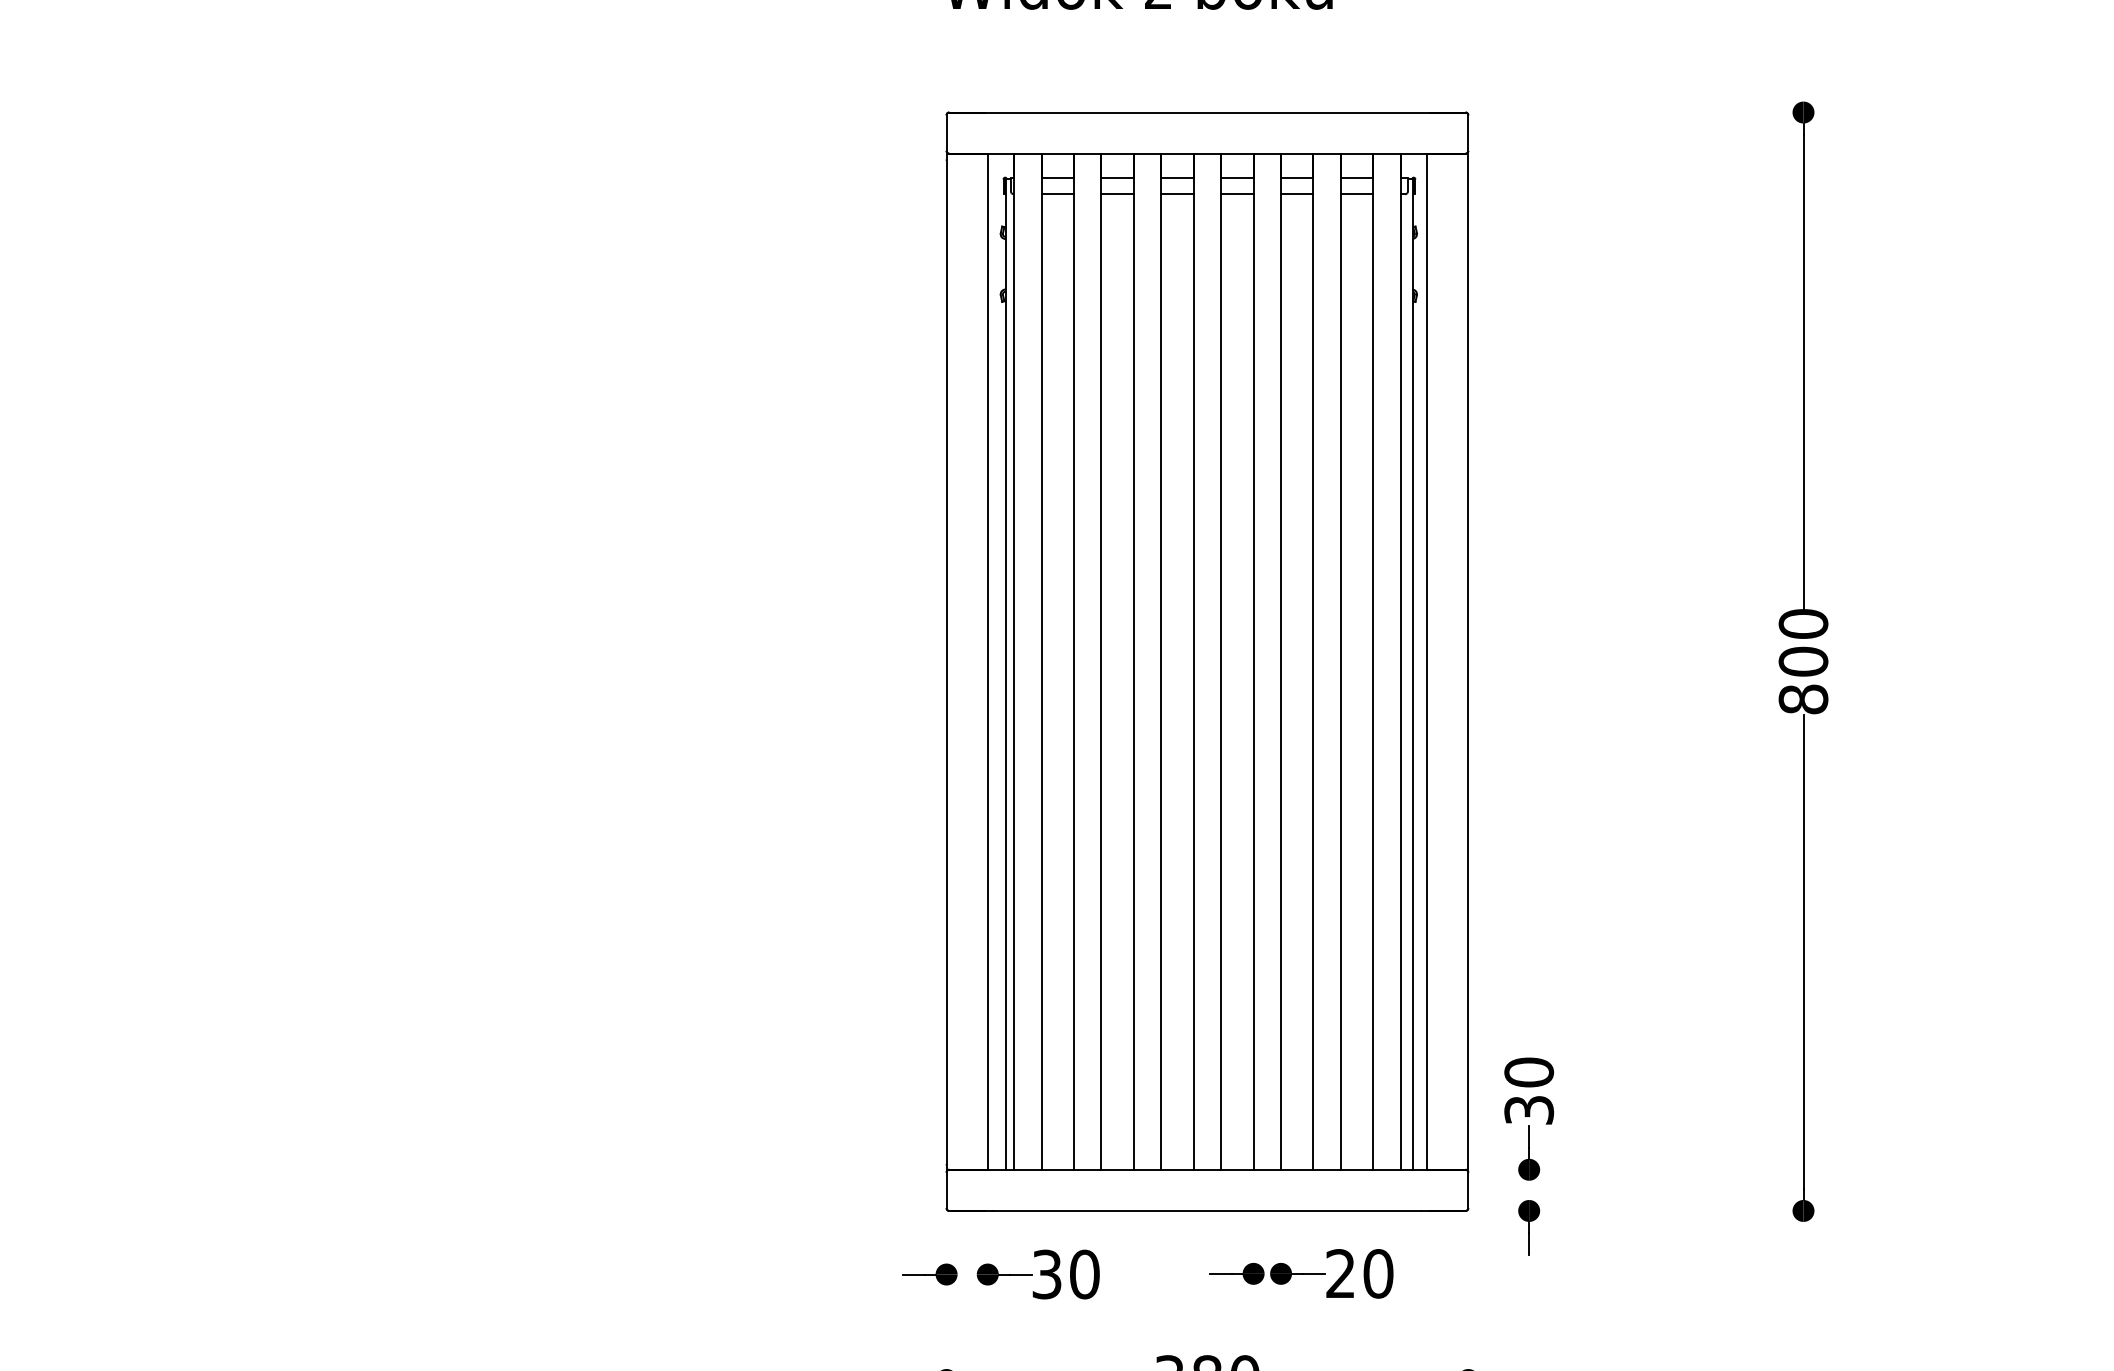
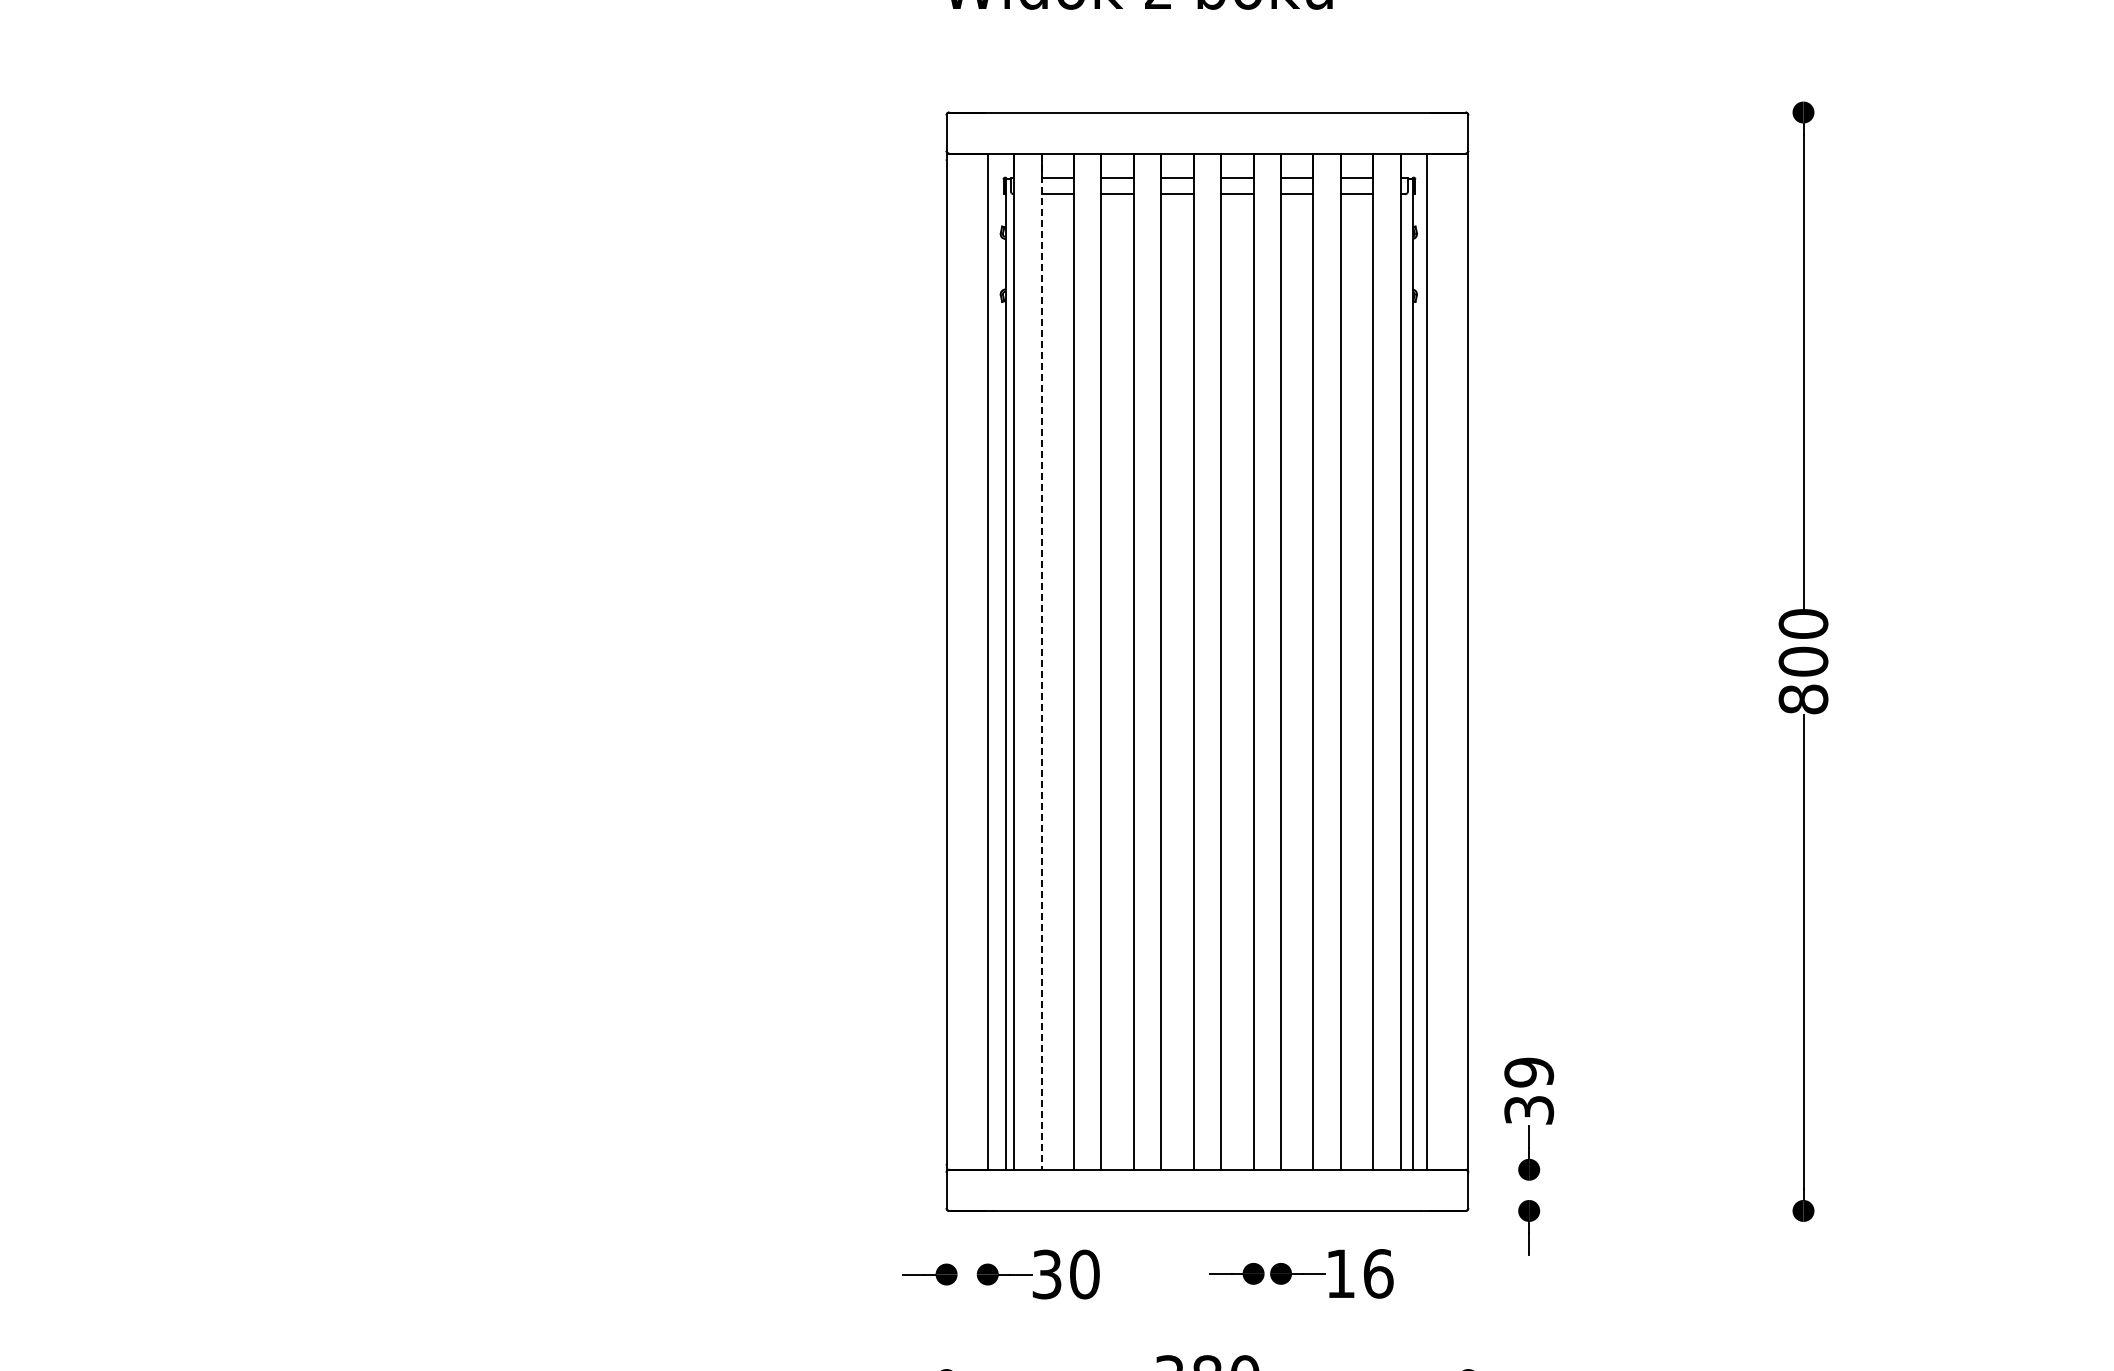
line at (1041, 662): solid -> dashed
text at (1529, 1072): 30 -> 39
text at (1359, 1273): 20 -> 16
